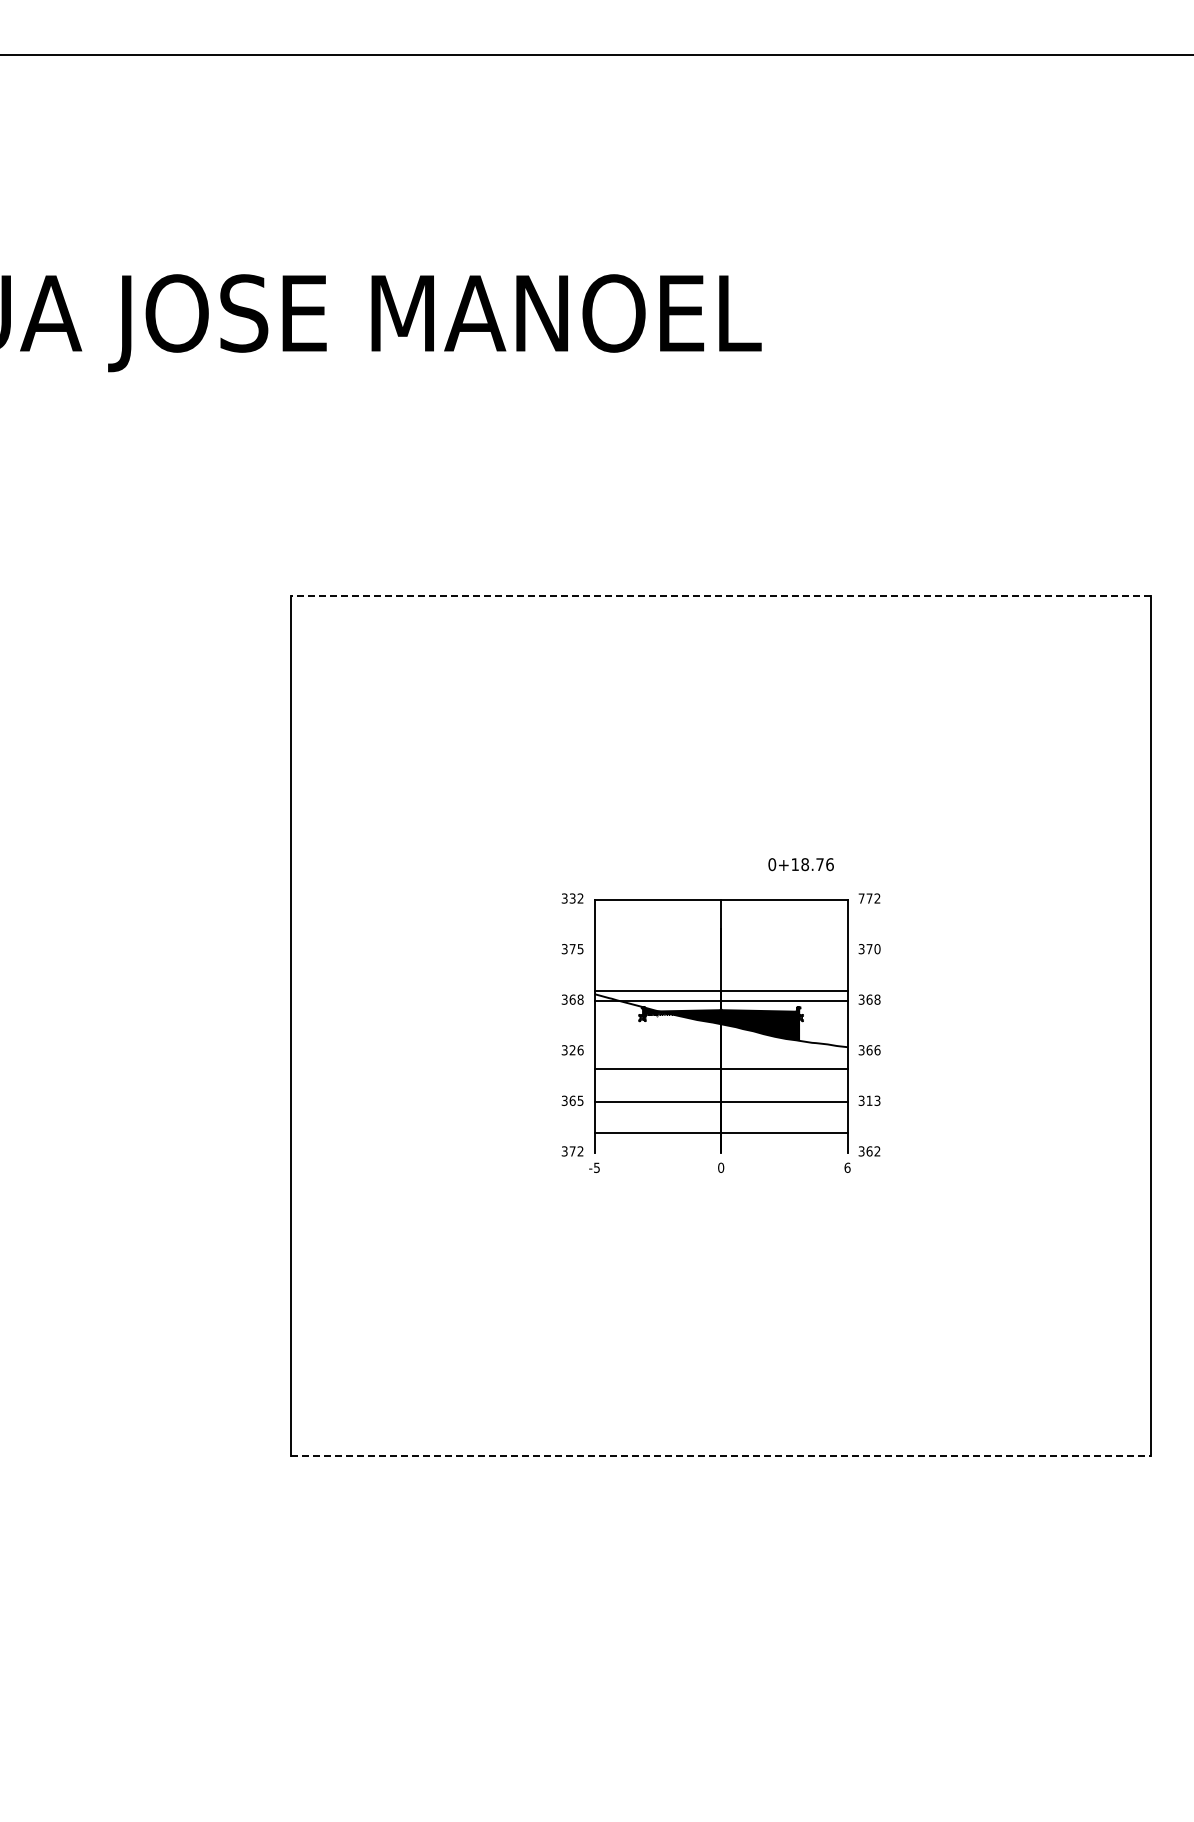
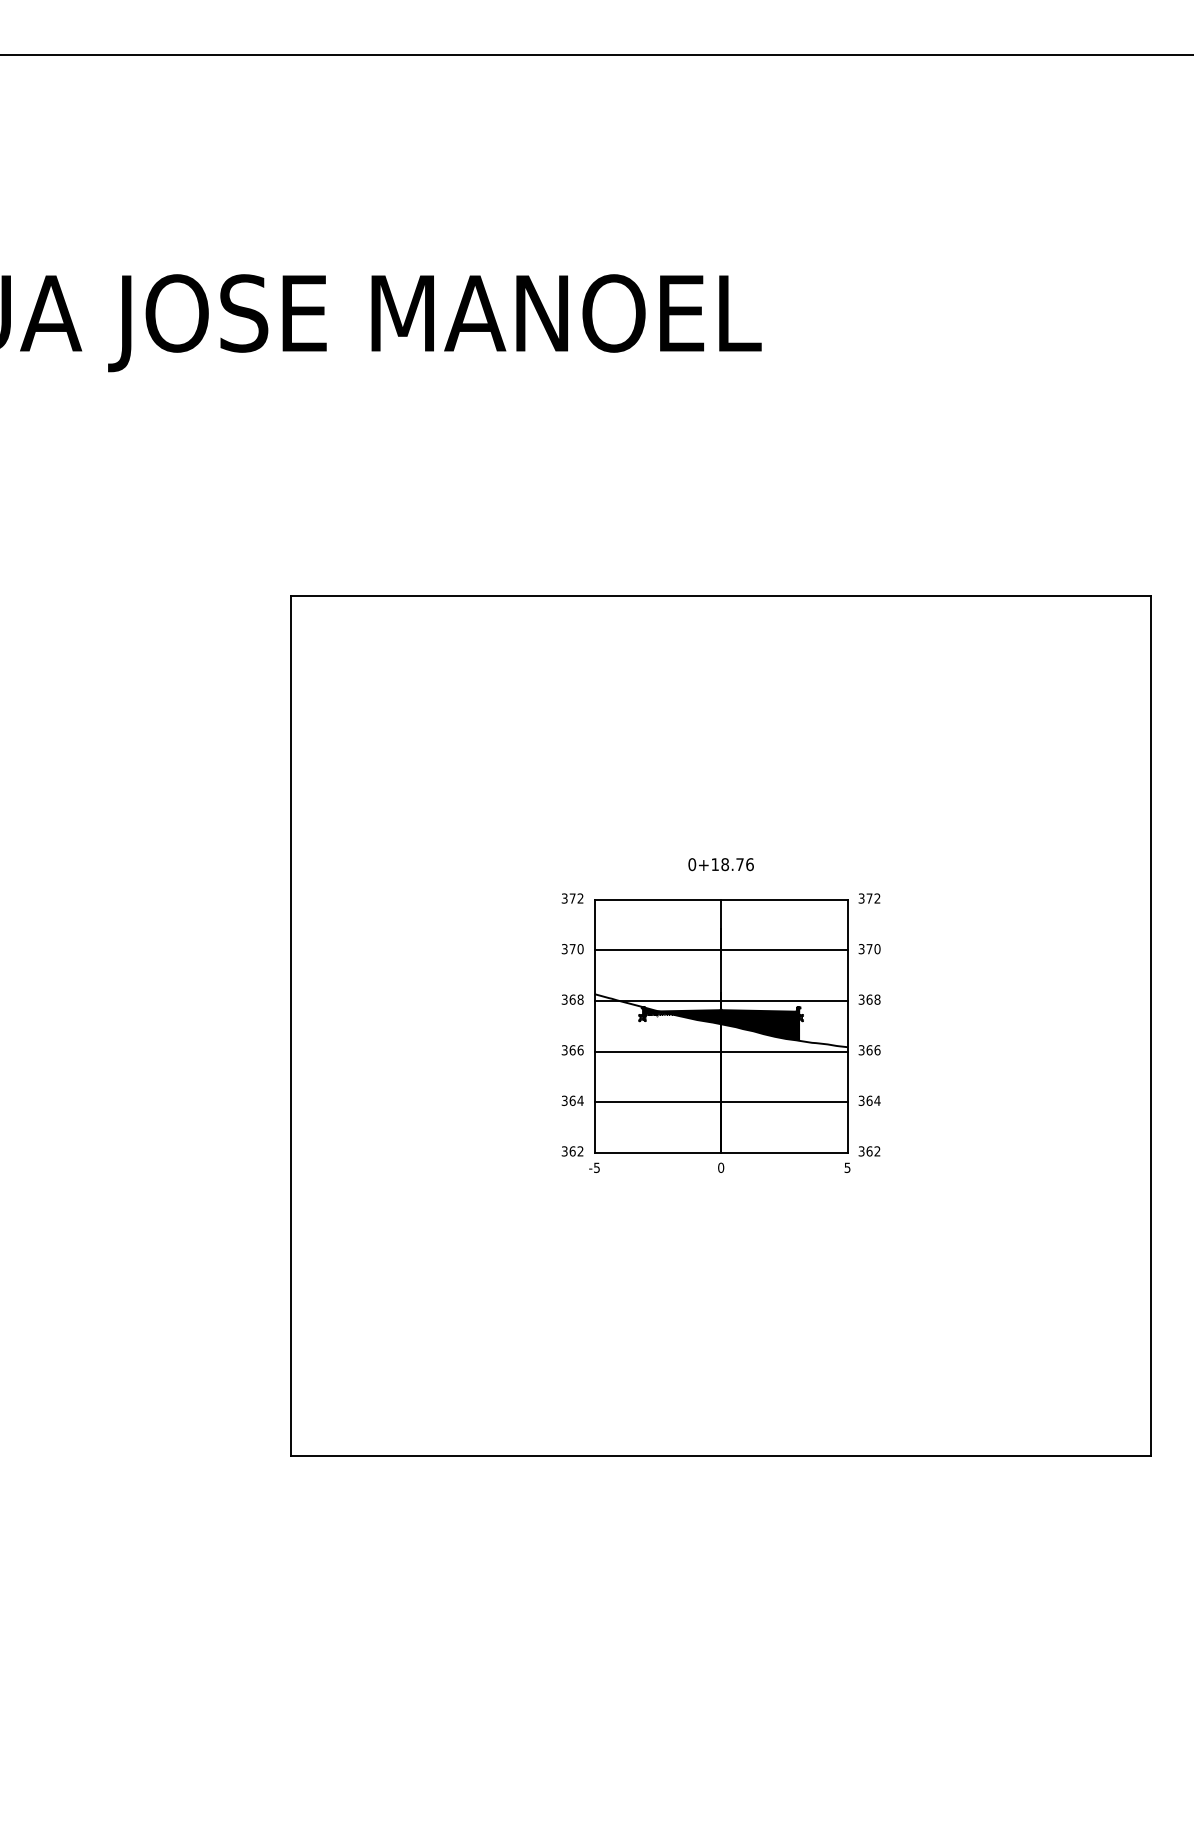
line at (721, 596): dashed -> solid
text at (800, 864) position: (800, 864) -> (720, 864)
text at (572, 898): 332 -> 372
text at (861, 898): 772 -> 372
text at (580, 949): 375 -> 370
line at (720, 991) position: (720, 991) -> (720, 950)
text at (572, 1050): 326 -> 366
line at (720, 1068) position: (720, 1068) -> (720, 1051)
text at (580, 1100): 365 -> 364
text at (873, 1100): 313 -> 364
line at (720, 1132) position: (720, 1132) -> (720, 1152)
text at (572, 1151): 372 -> 362
text at (847, 1167): 6 -> 5
line at (721, 1456): dashed -> solid
